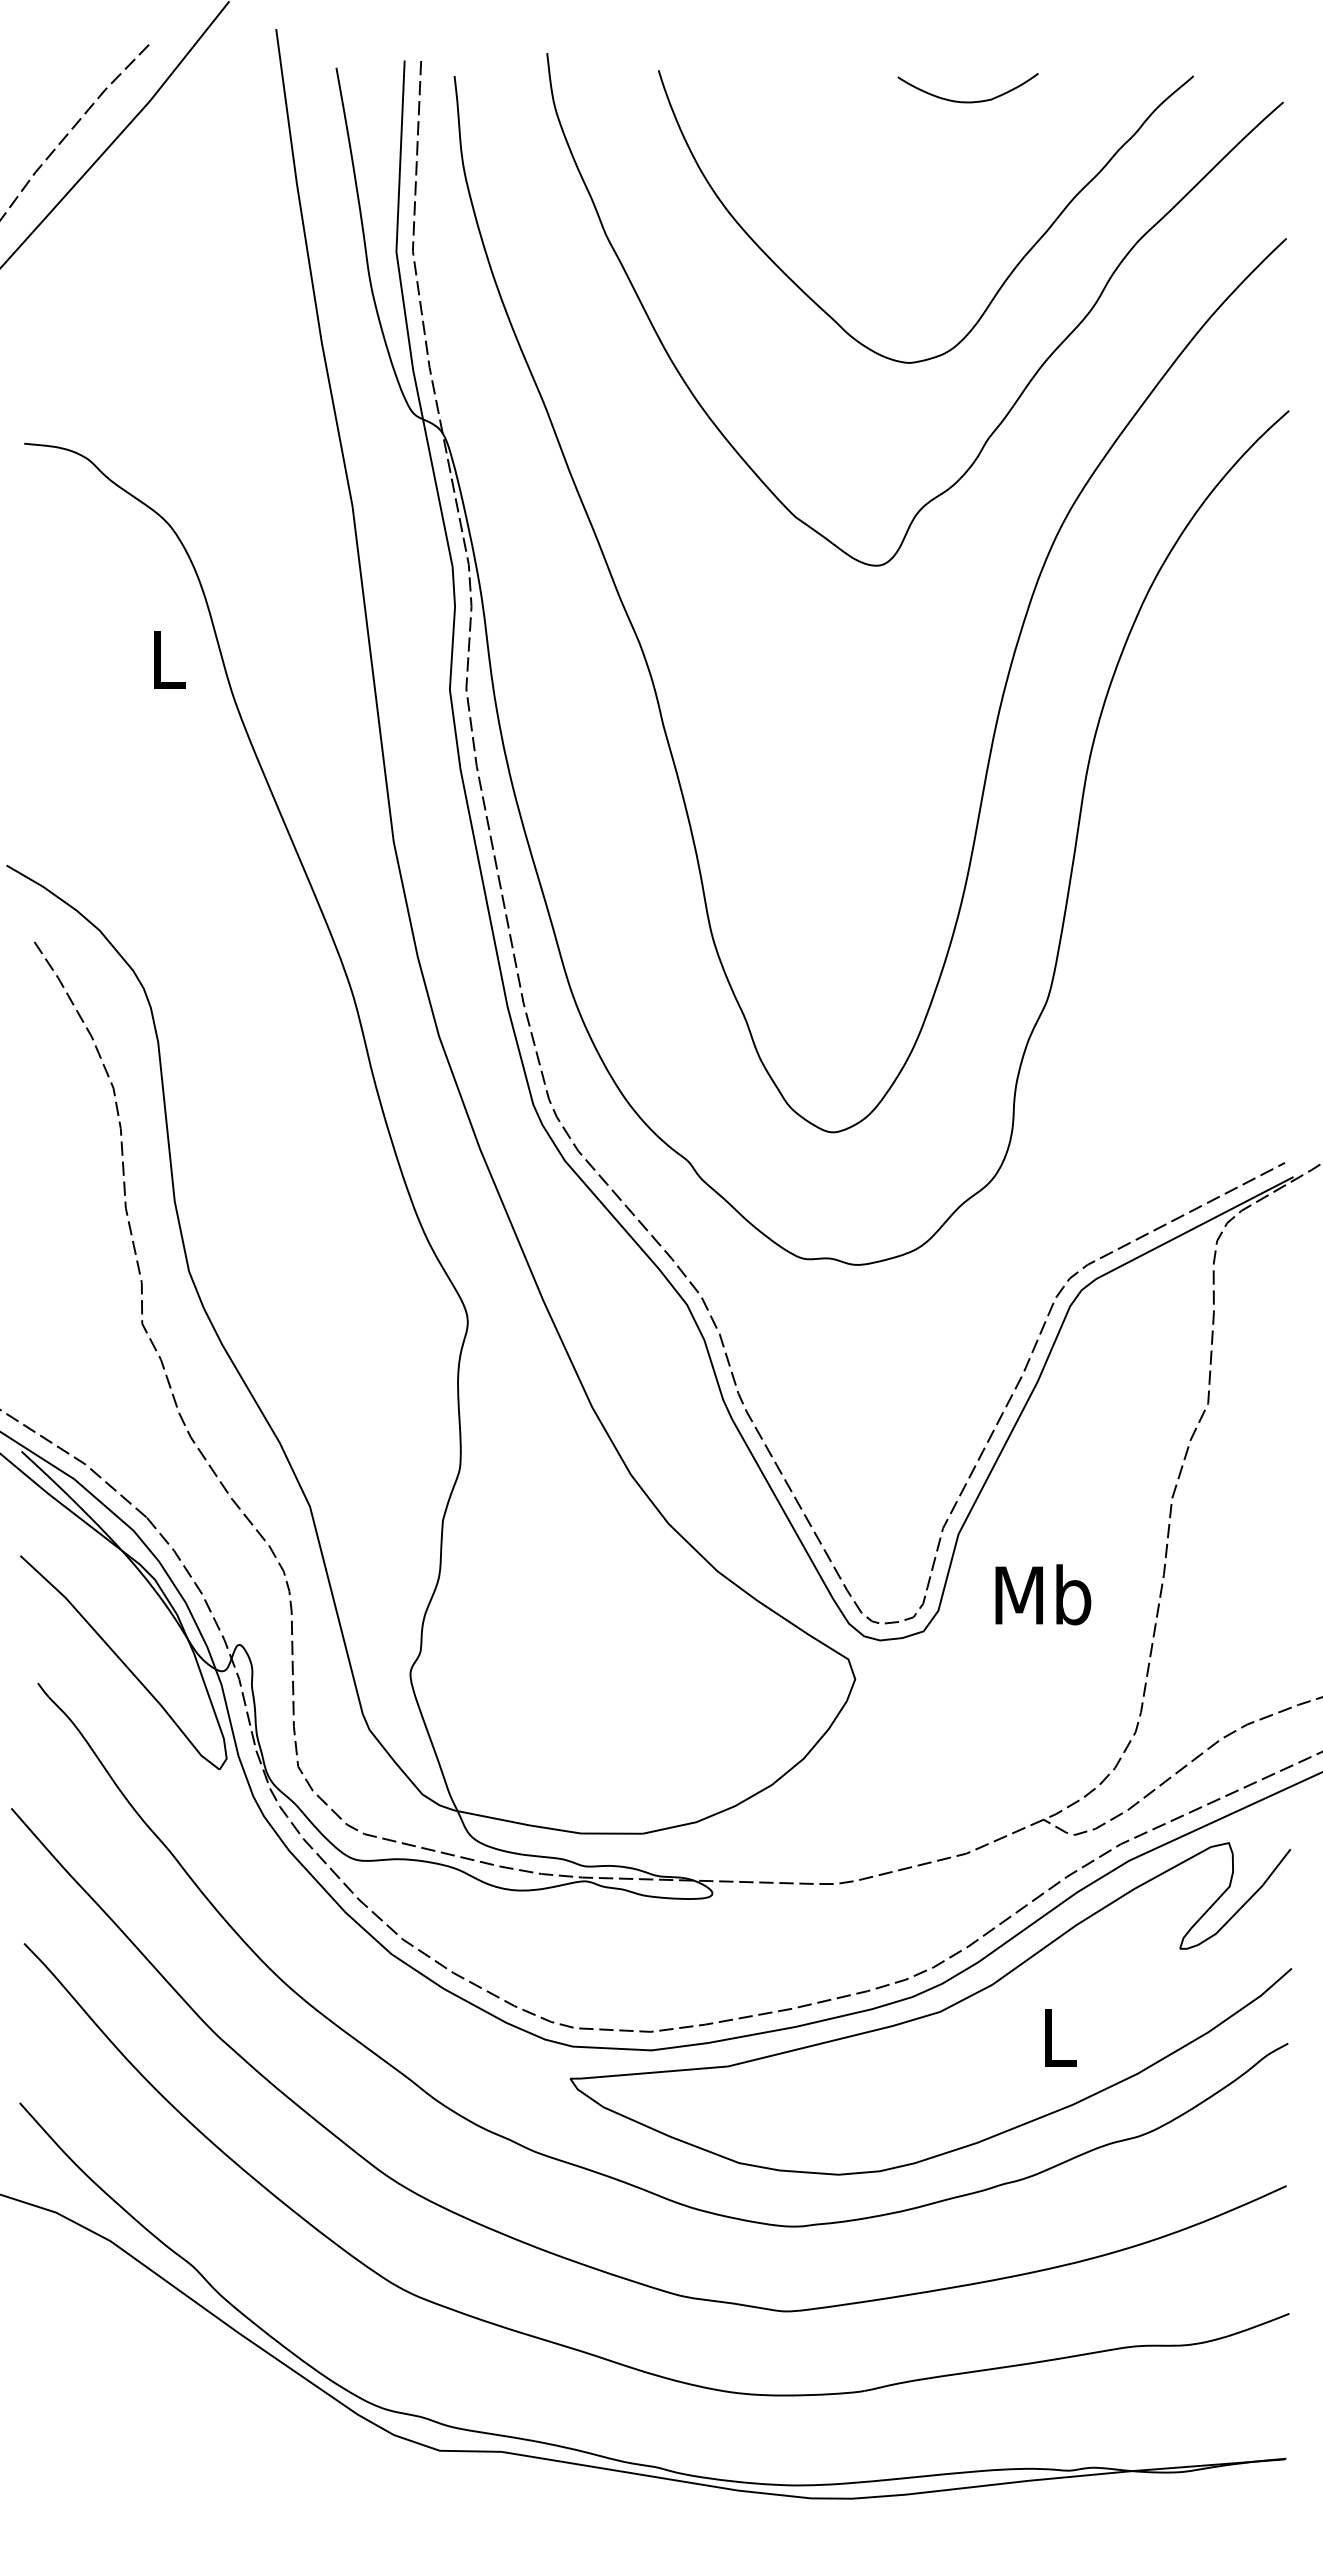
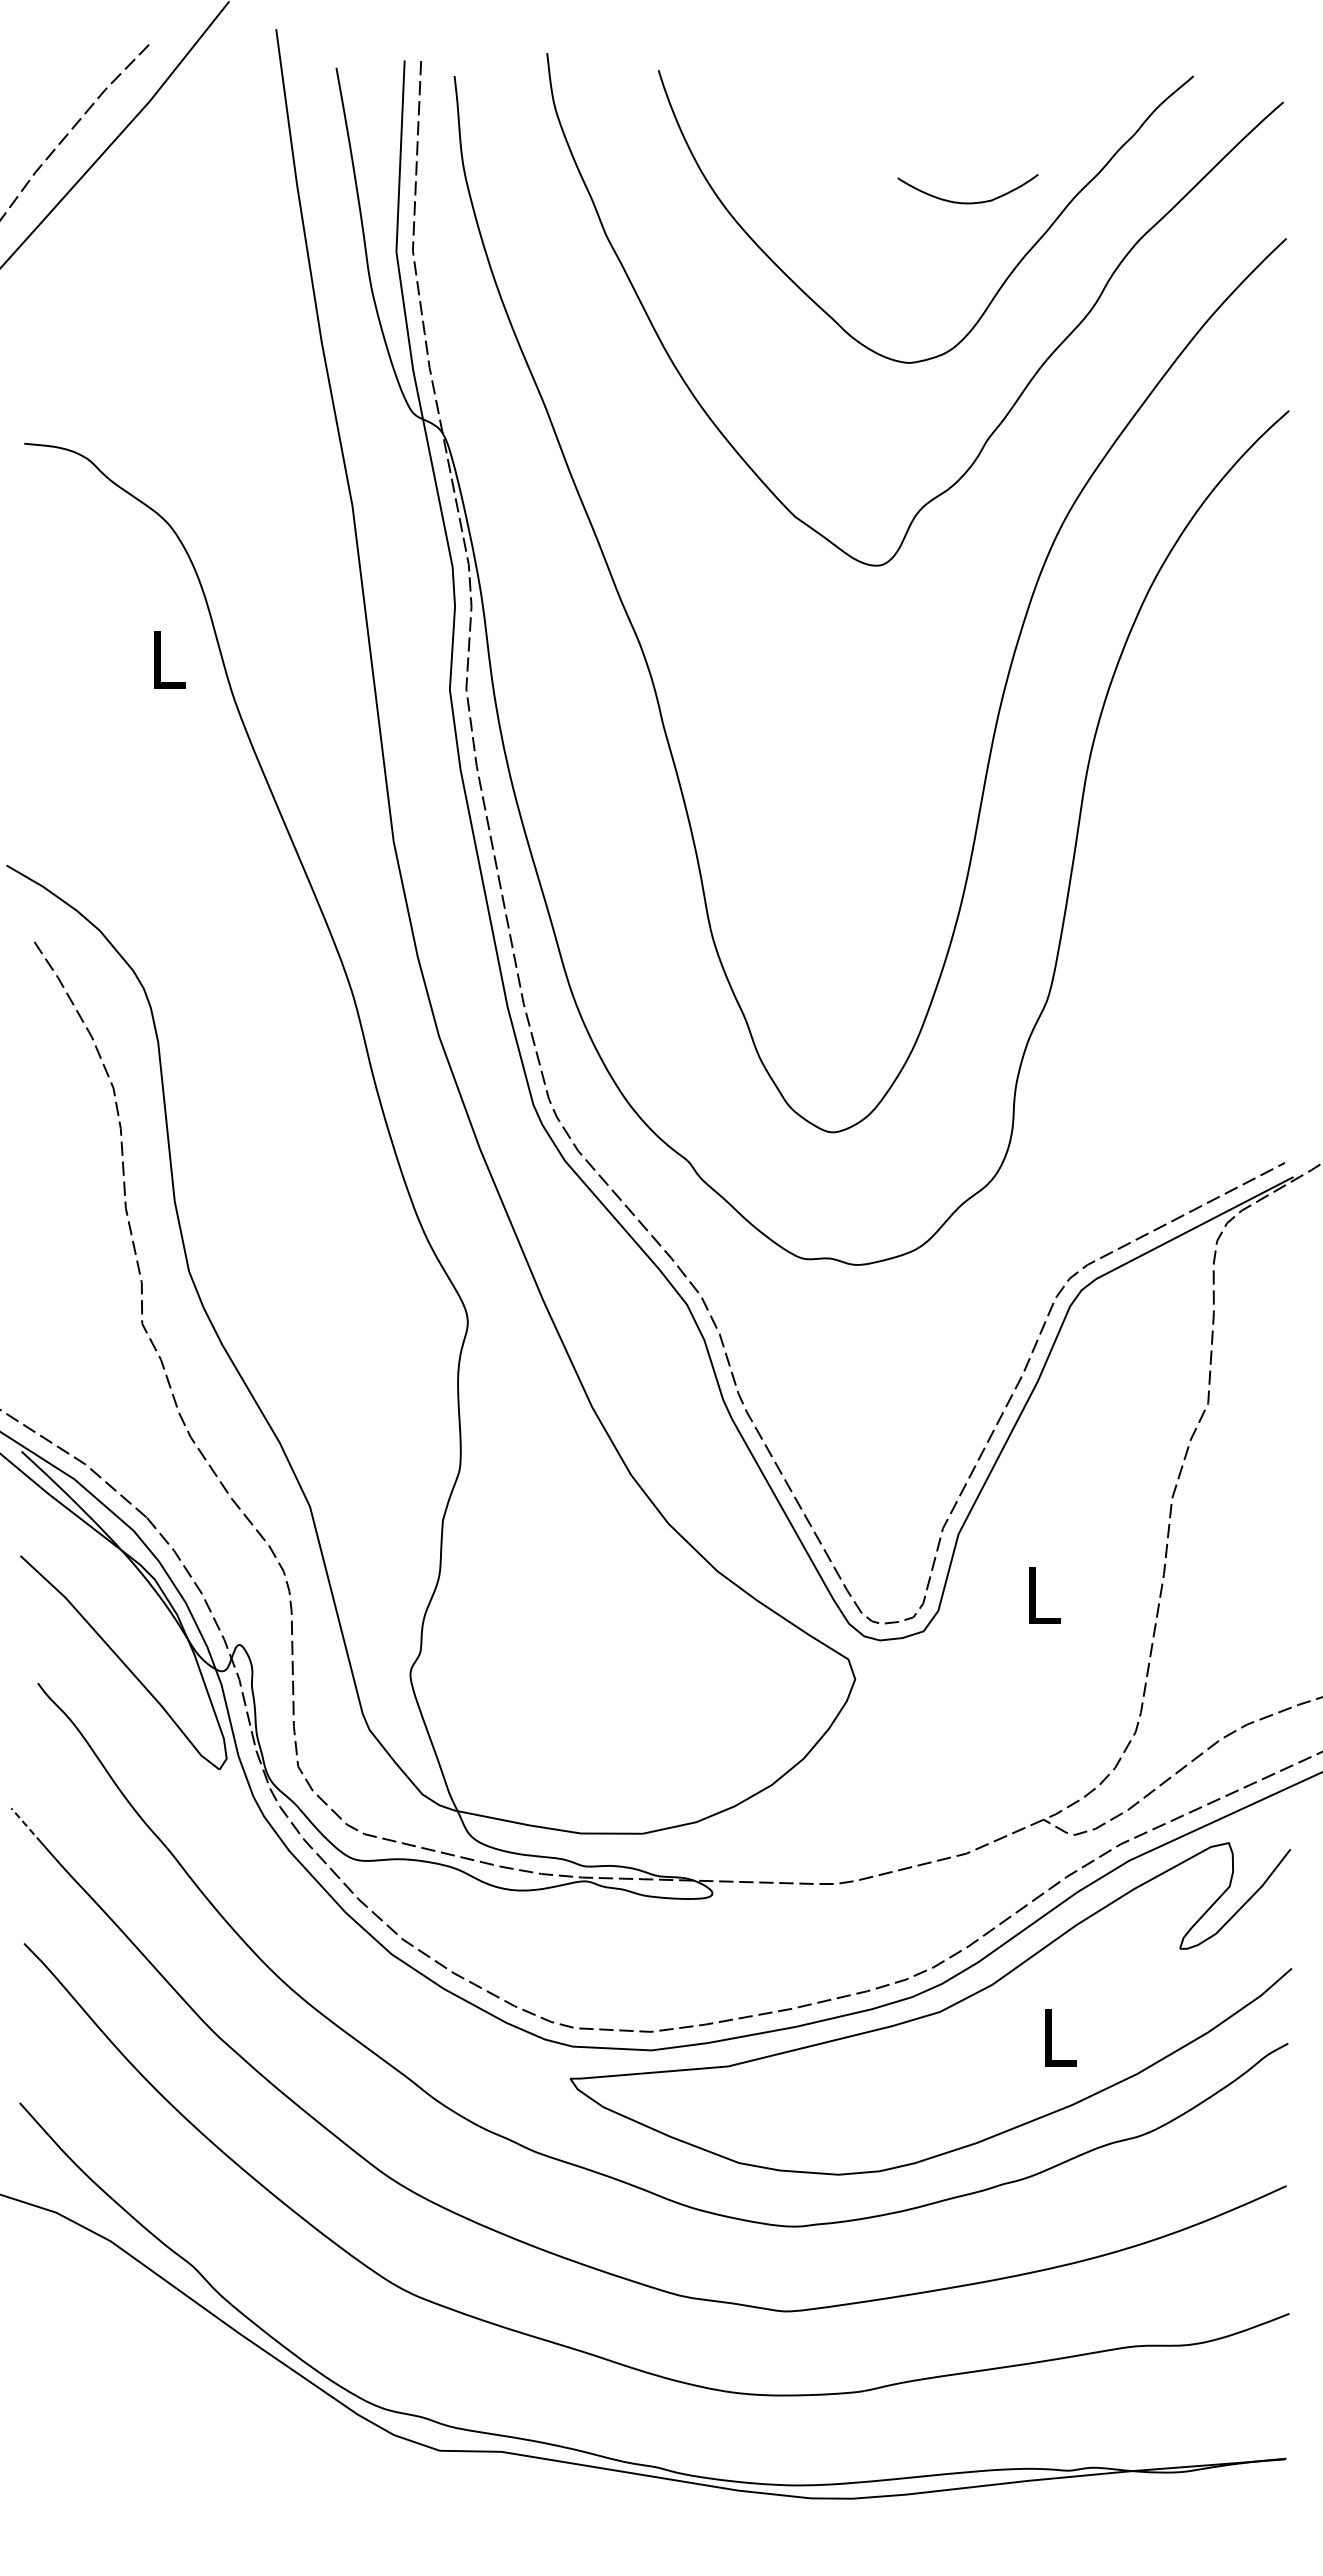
curve at (967, 101) position: (967, 101) -> (967, 202)
text at (1043, 1594): Mb -> L
line at (26, 1825): solid -> dashed
